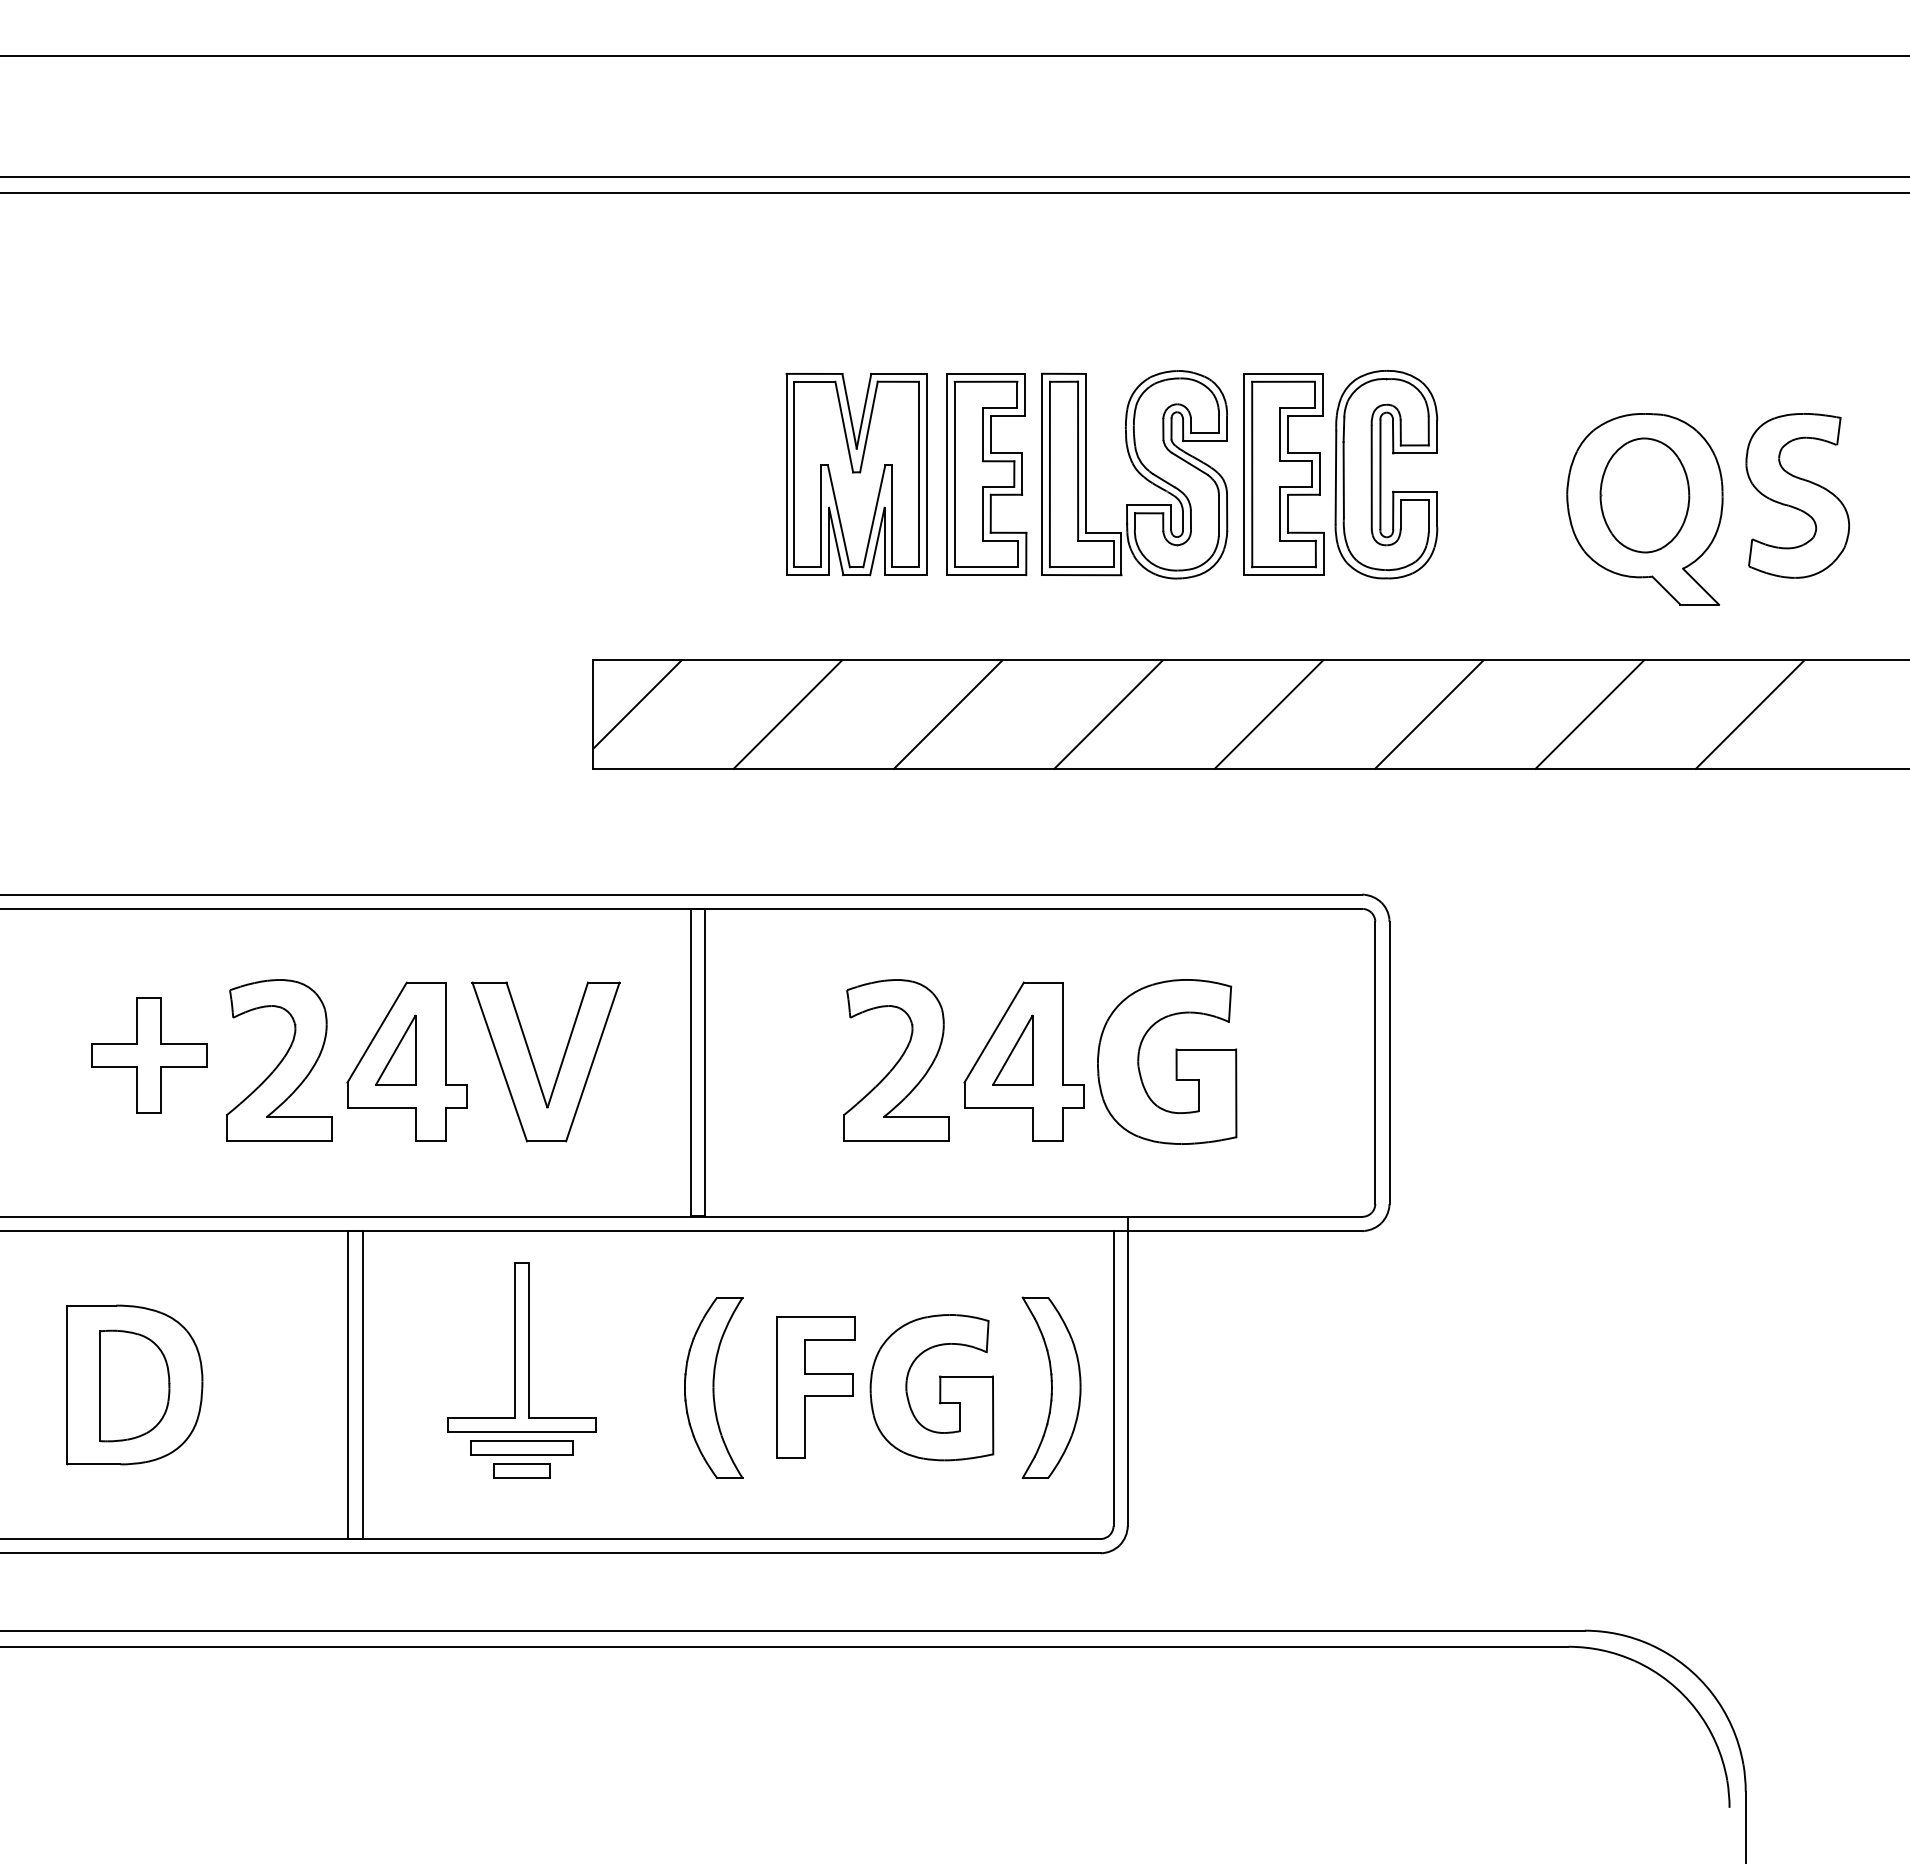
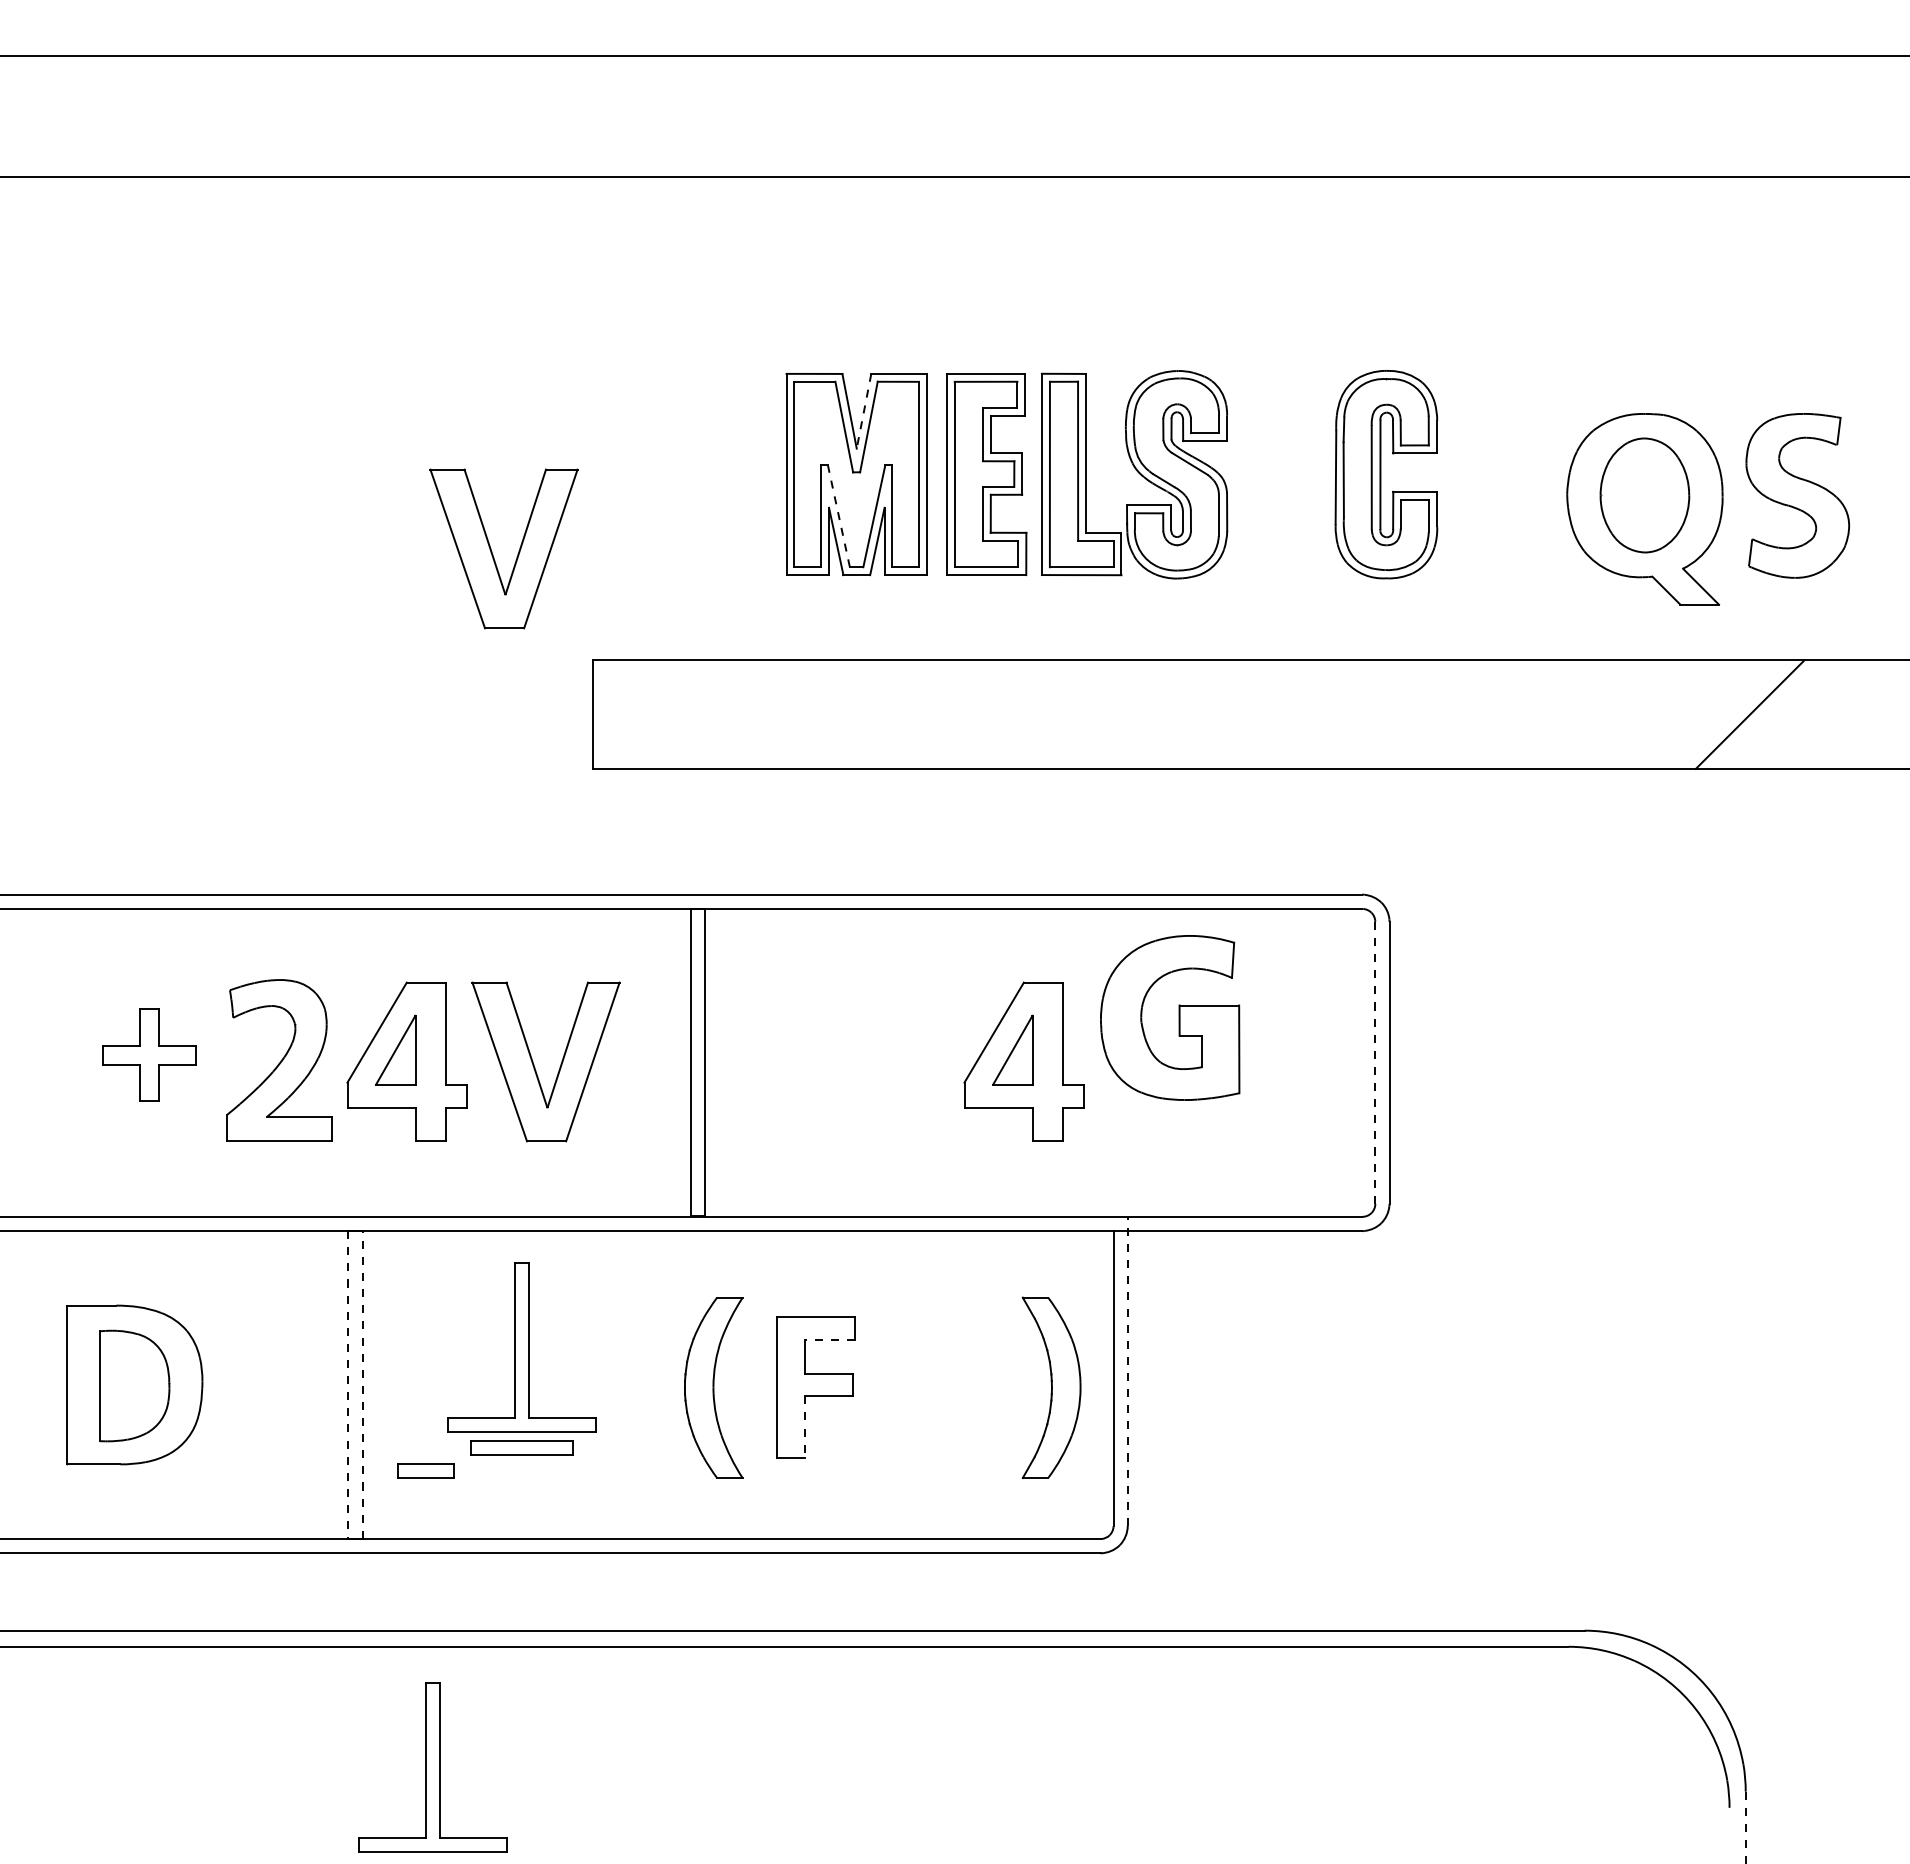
line at (954, 193): present -> none
line at (863, 411): solid -> dashed
part at (1283, 474): present -> none
line at (838, 515): solid -> dashed
part at (492, 551): none -> present
line at (637, 704): present -> none
line at (787, 714): present -> none
line at (947, 714): present -> none
line at (1108, 714): present -> none
line at (1268, 714): present -> none
line at (1429, 714): present -> none
line at (1589, 714): present -> none
part at (149, 1055) size: 117x117 px -> 95x94 px
part at (896, 1060): present -> none
part at (1175, 1061) position: (1175, 1061) -> (1178, 1017)
line at (1375, 1062): solid -> dashed
line at (830, 1339): solid -> dashed
line at (1127, 1371): solid -> dashed
line at (348, 1385): solid -> dashed
line at (362, 1385): solid -> dashed
part at (939, 1387): present -> none
line at (805, 1427): solid -> dashed
part at (521, 1470) position: (521, 1470) -> (425, 1470)
part at (432, 1767): none -> present
line at (1745, 1827): solid -> dashed
